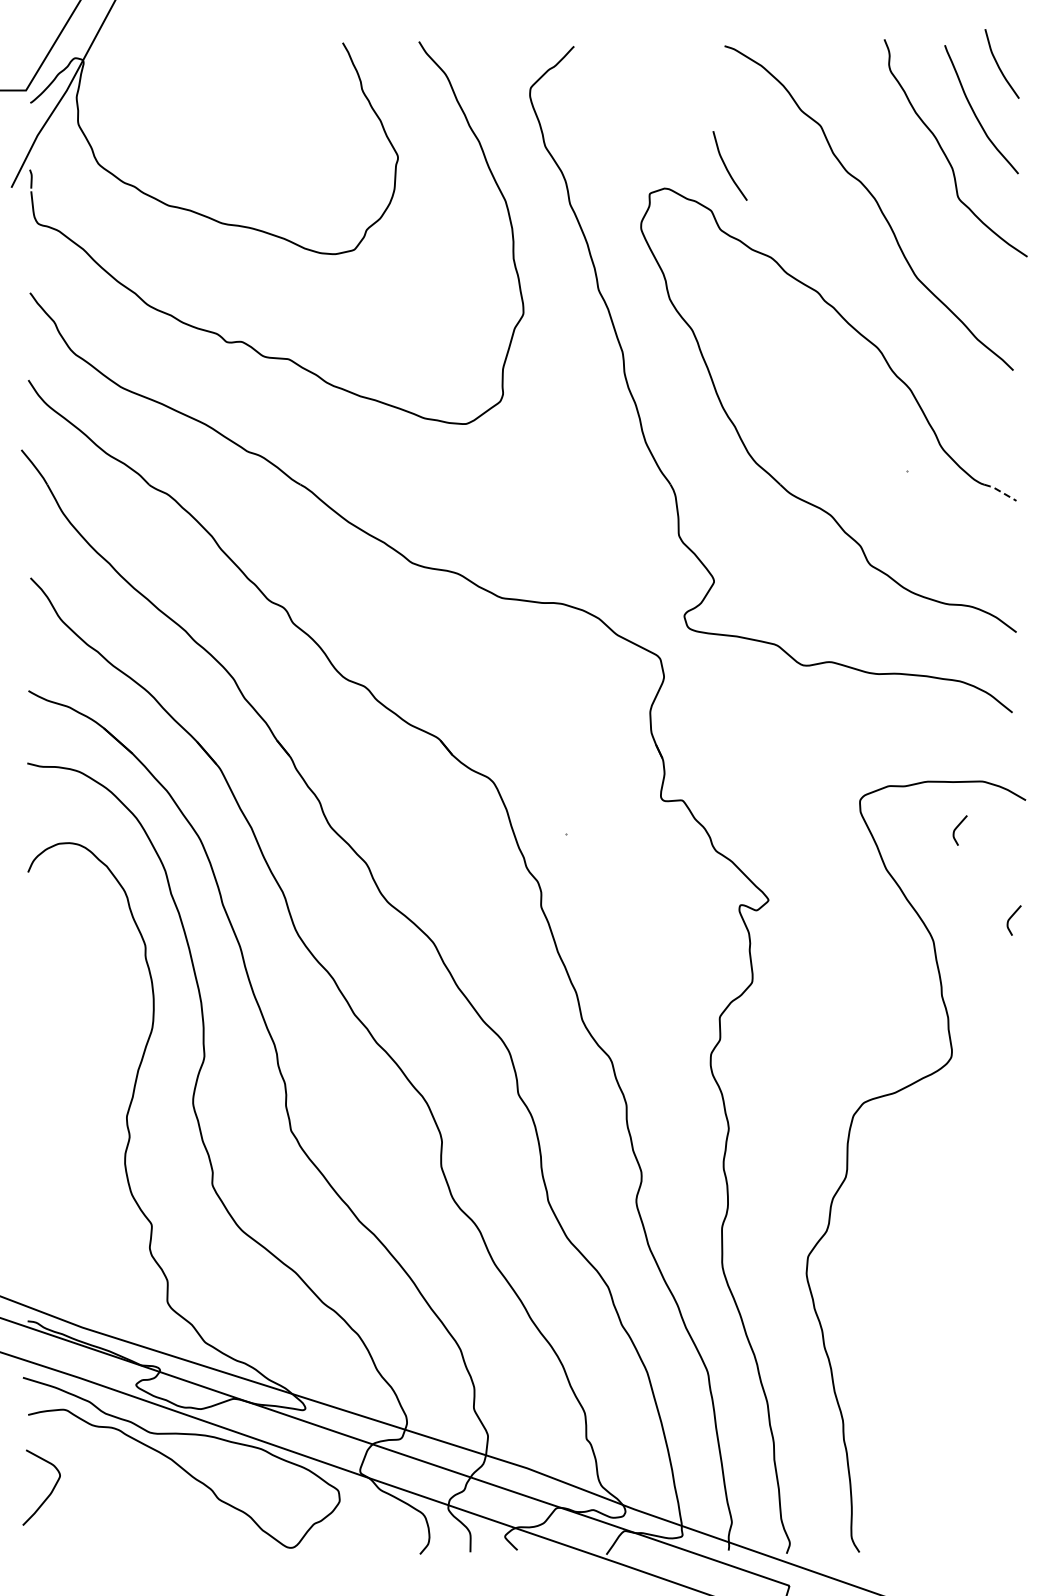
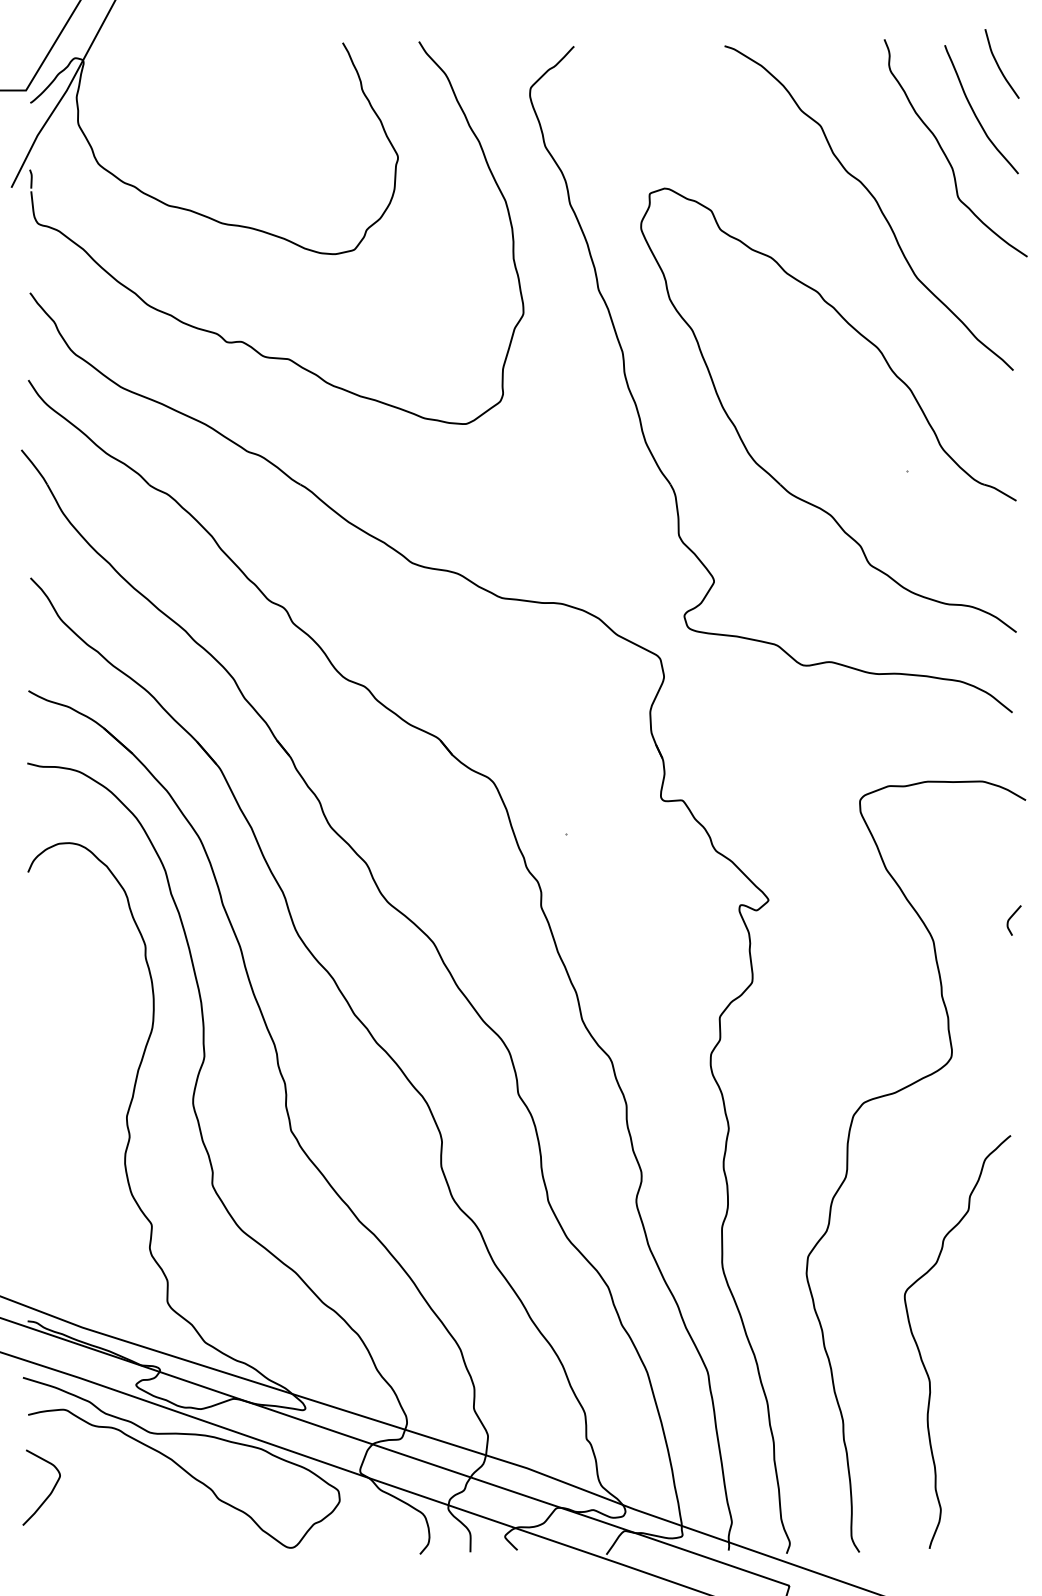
curve at (727, 167): present -> none
line at (999, 491): dashed -> solid
curve at (957, 828): present -> none
curve at (920, 1351): none -> present
